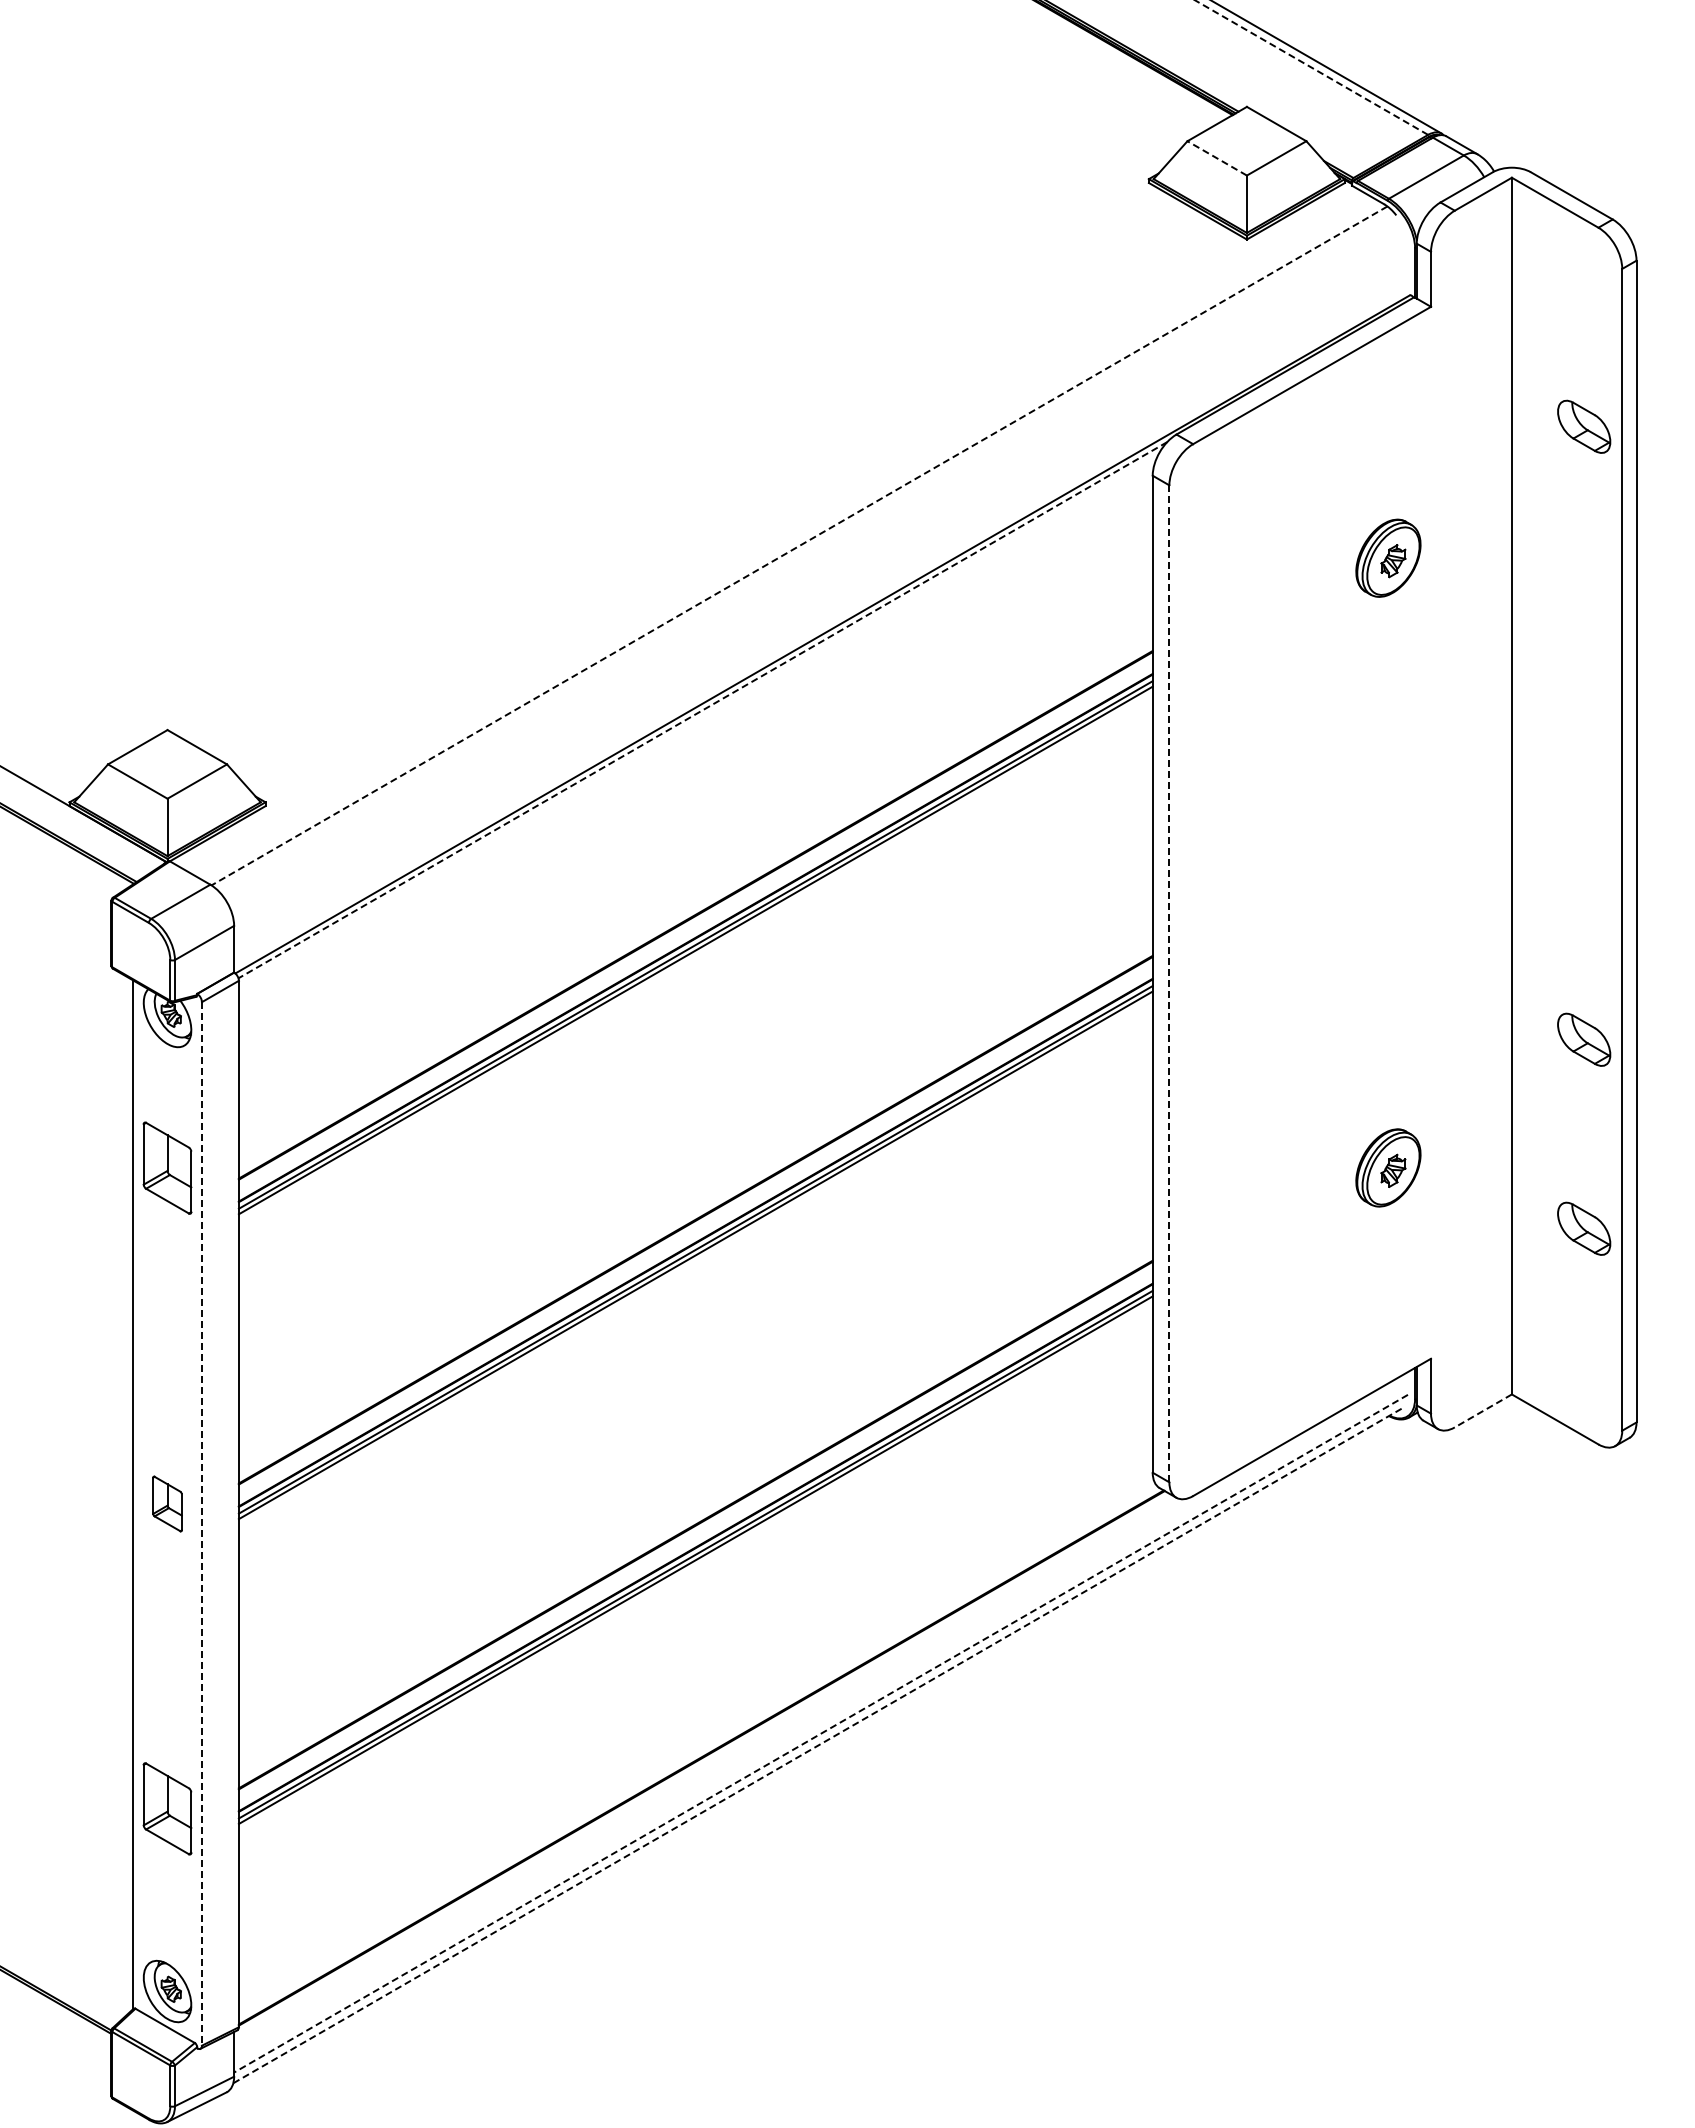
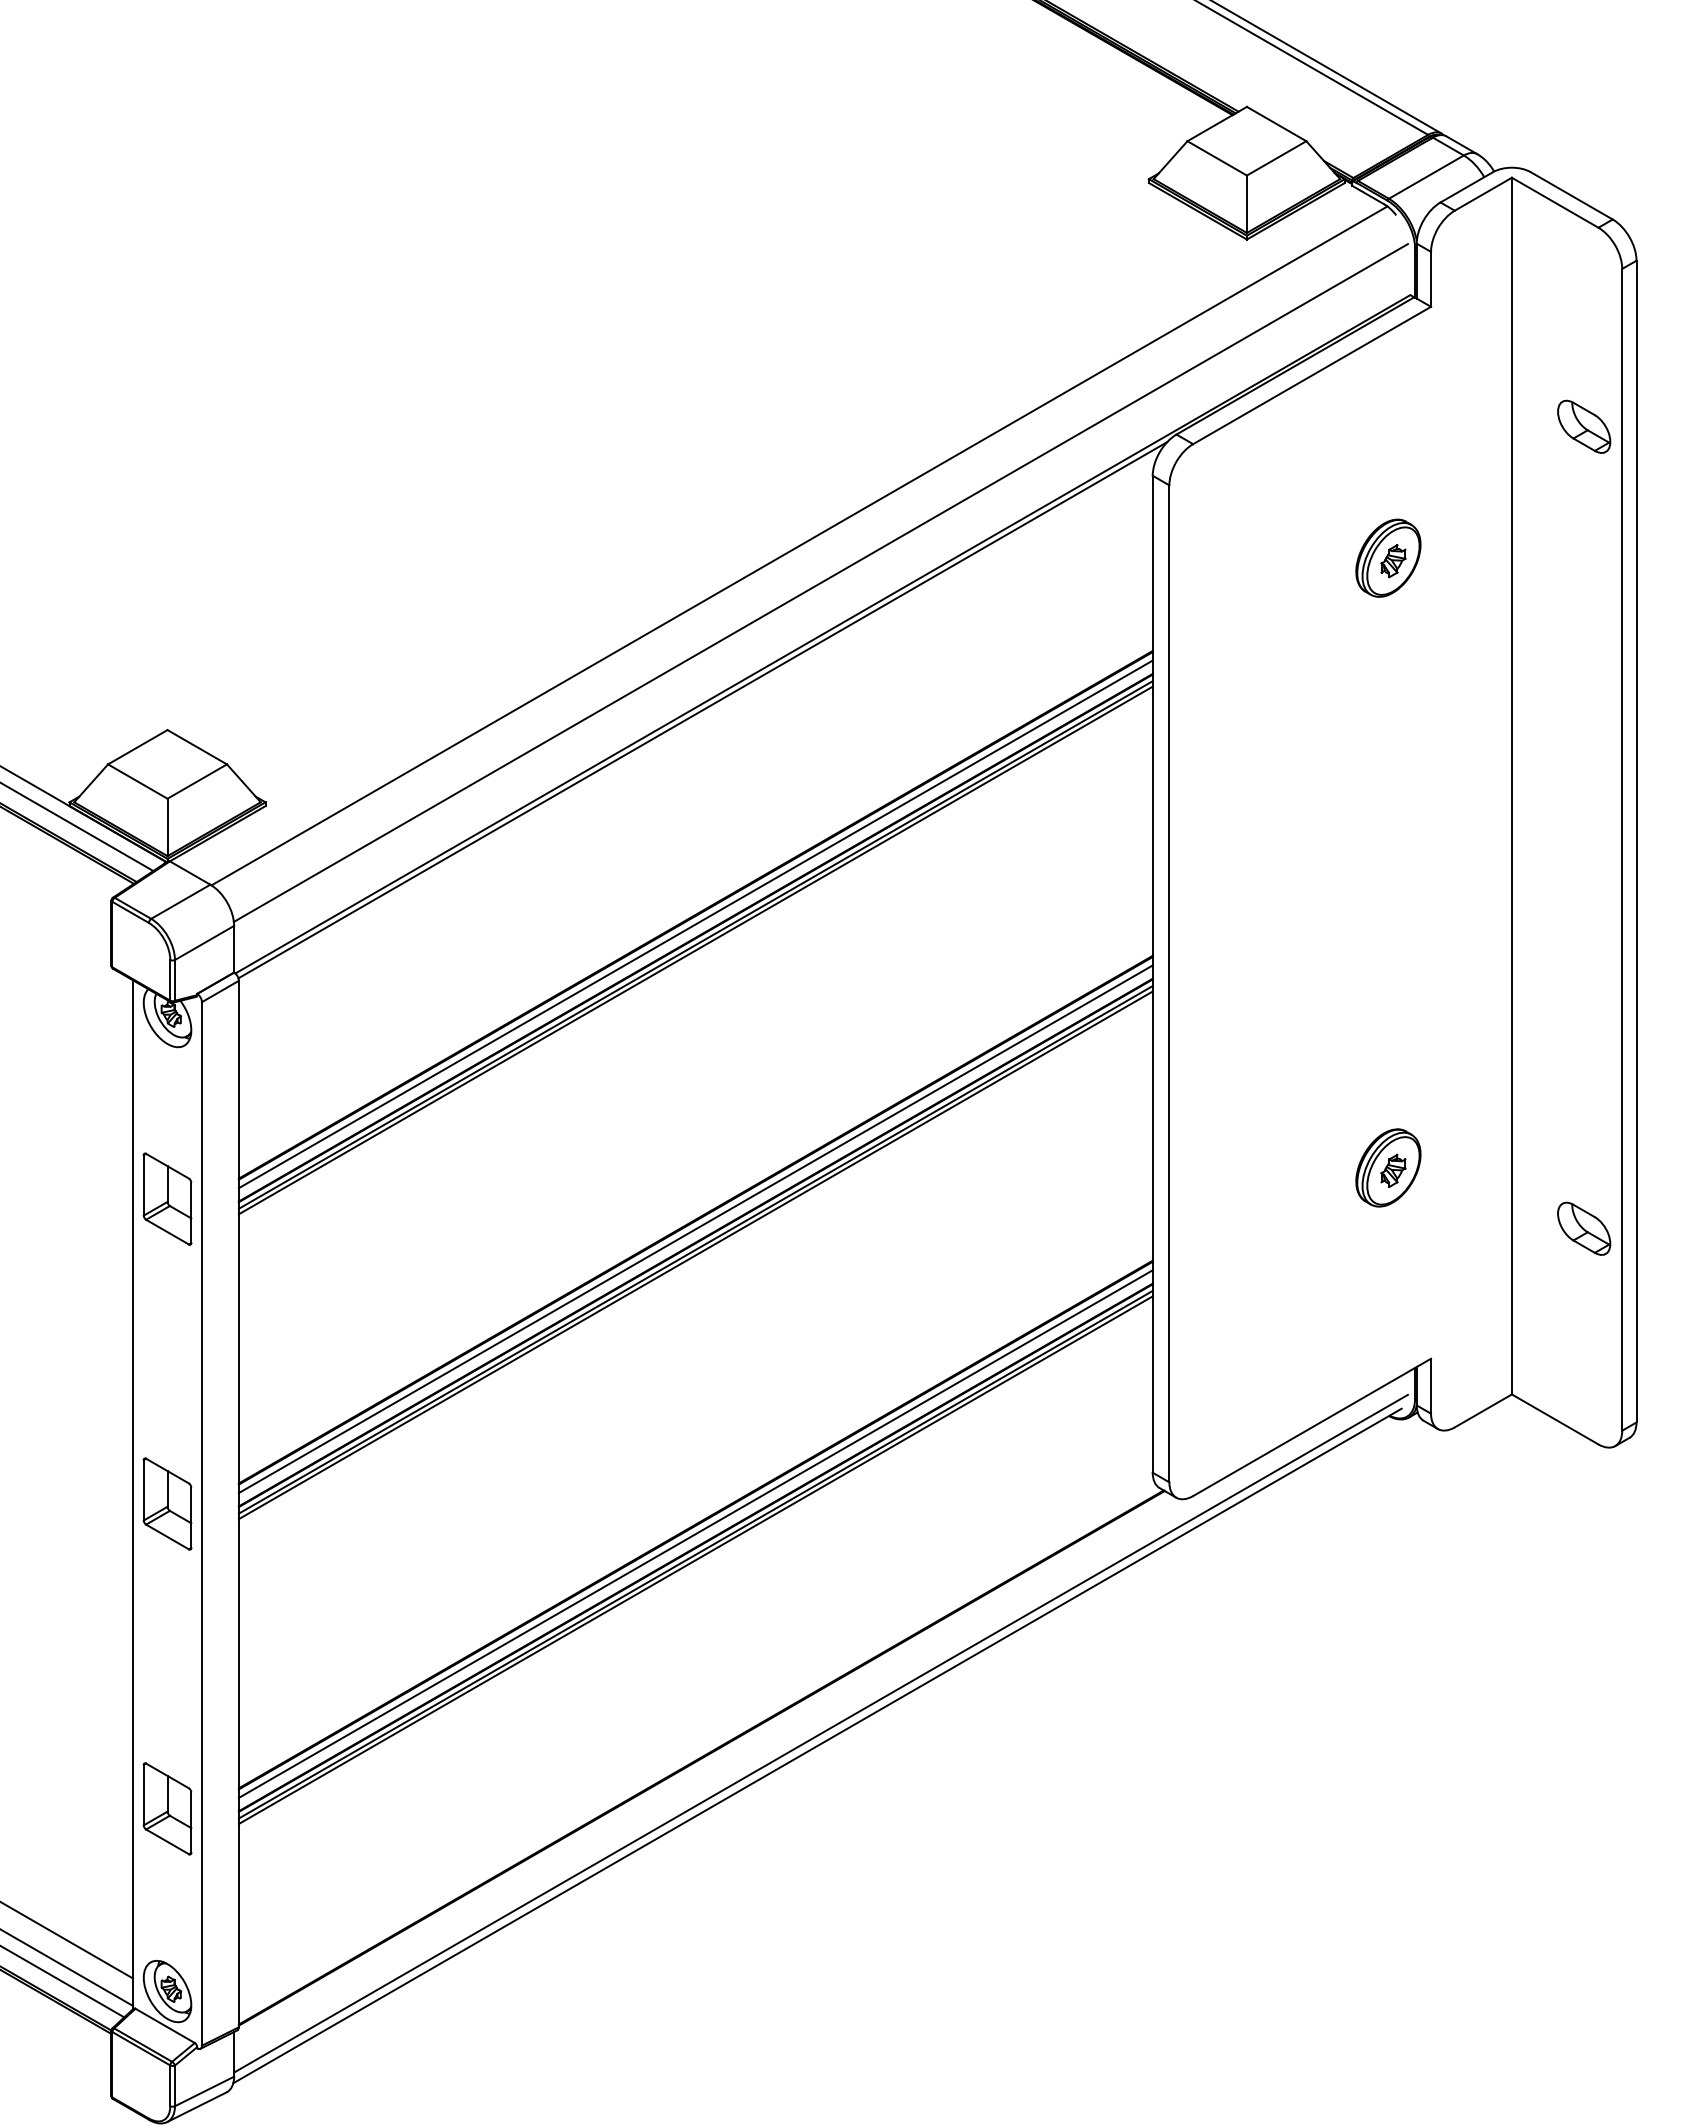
line at (1311, 67): dashed -> solid
line at (1216, 158): dashed -> solid
line at (799, 545): dashed -> solid
line at (820, 582): none -> present
line at (702, 710): dashed -> solid
line at (77, 827): none -> present
line at (695, 924): none -> present
line at (1169, 984): dashed -> solid
part at (1584, 1039): present -> none
part at (167, 1167) position: (167, 1167) -> (167, 1198)
line at (695, 1229): none -> present
line at (1483, 1410): dashed -> solid
part at (167, 1503) size: 31x58 px -> 51x94 px
line at (201, 1523): dashed -> solid
line at (695, 1533): none -> present
line at (821, 1733): dashed -> solid
line at (817, 1745): dashed -> solid
line at (67, 1940): none -> present
line at (67, 1967): none -> present
line at (63, 1981): none -> present
